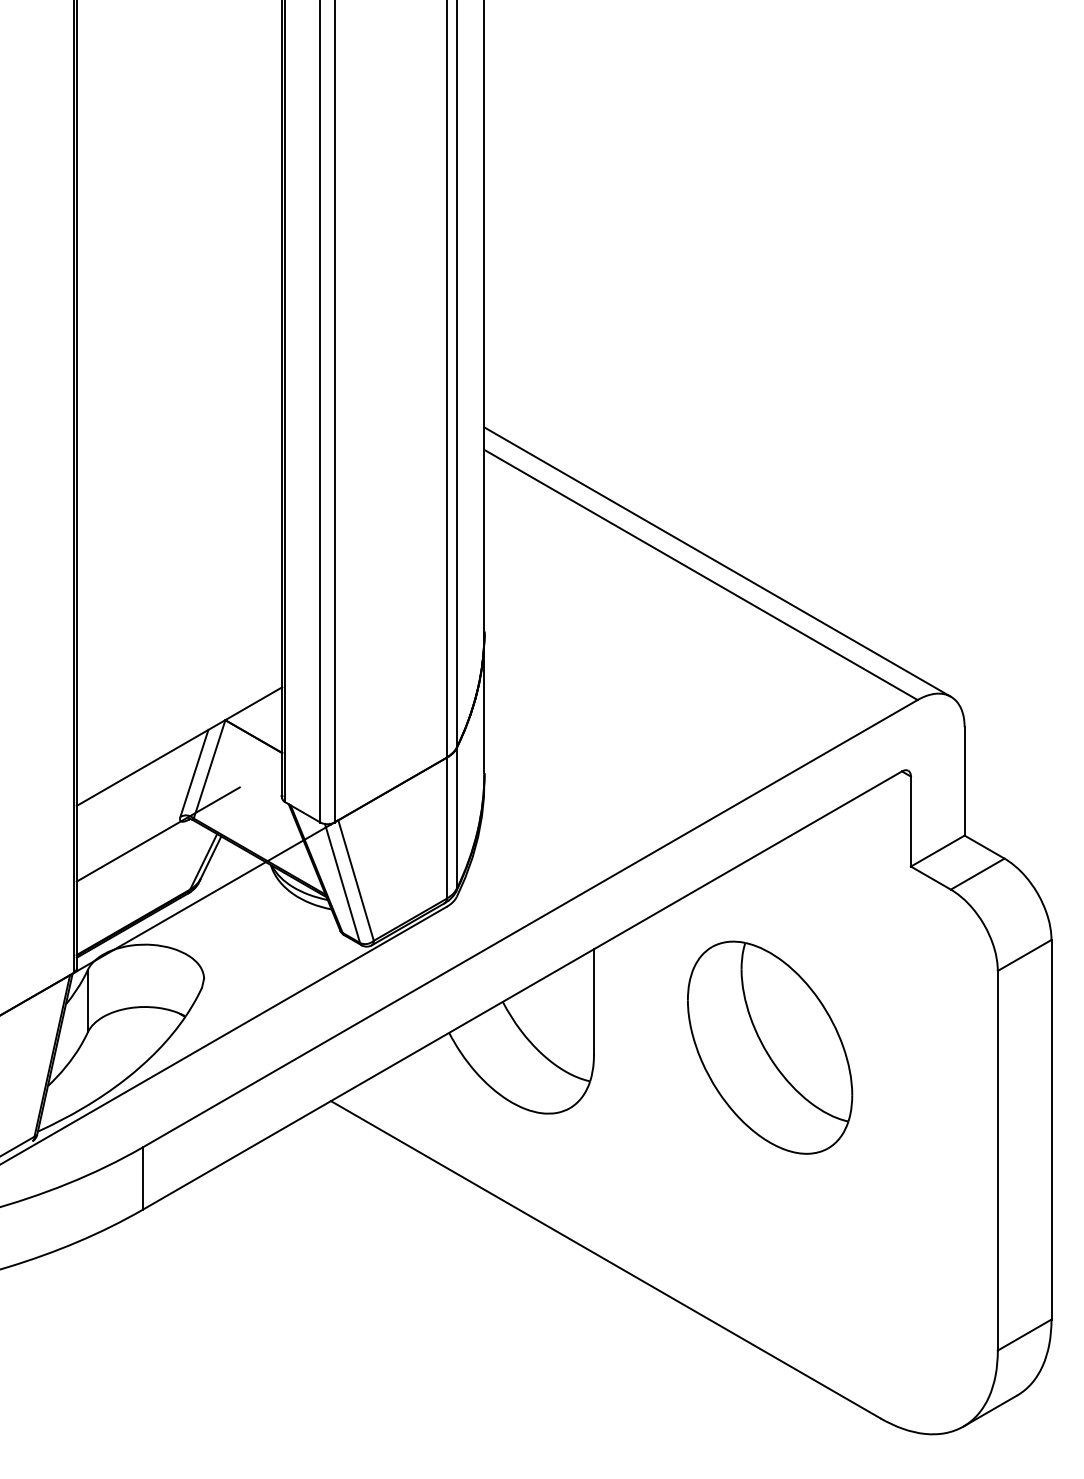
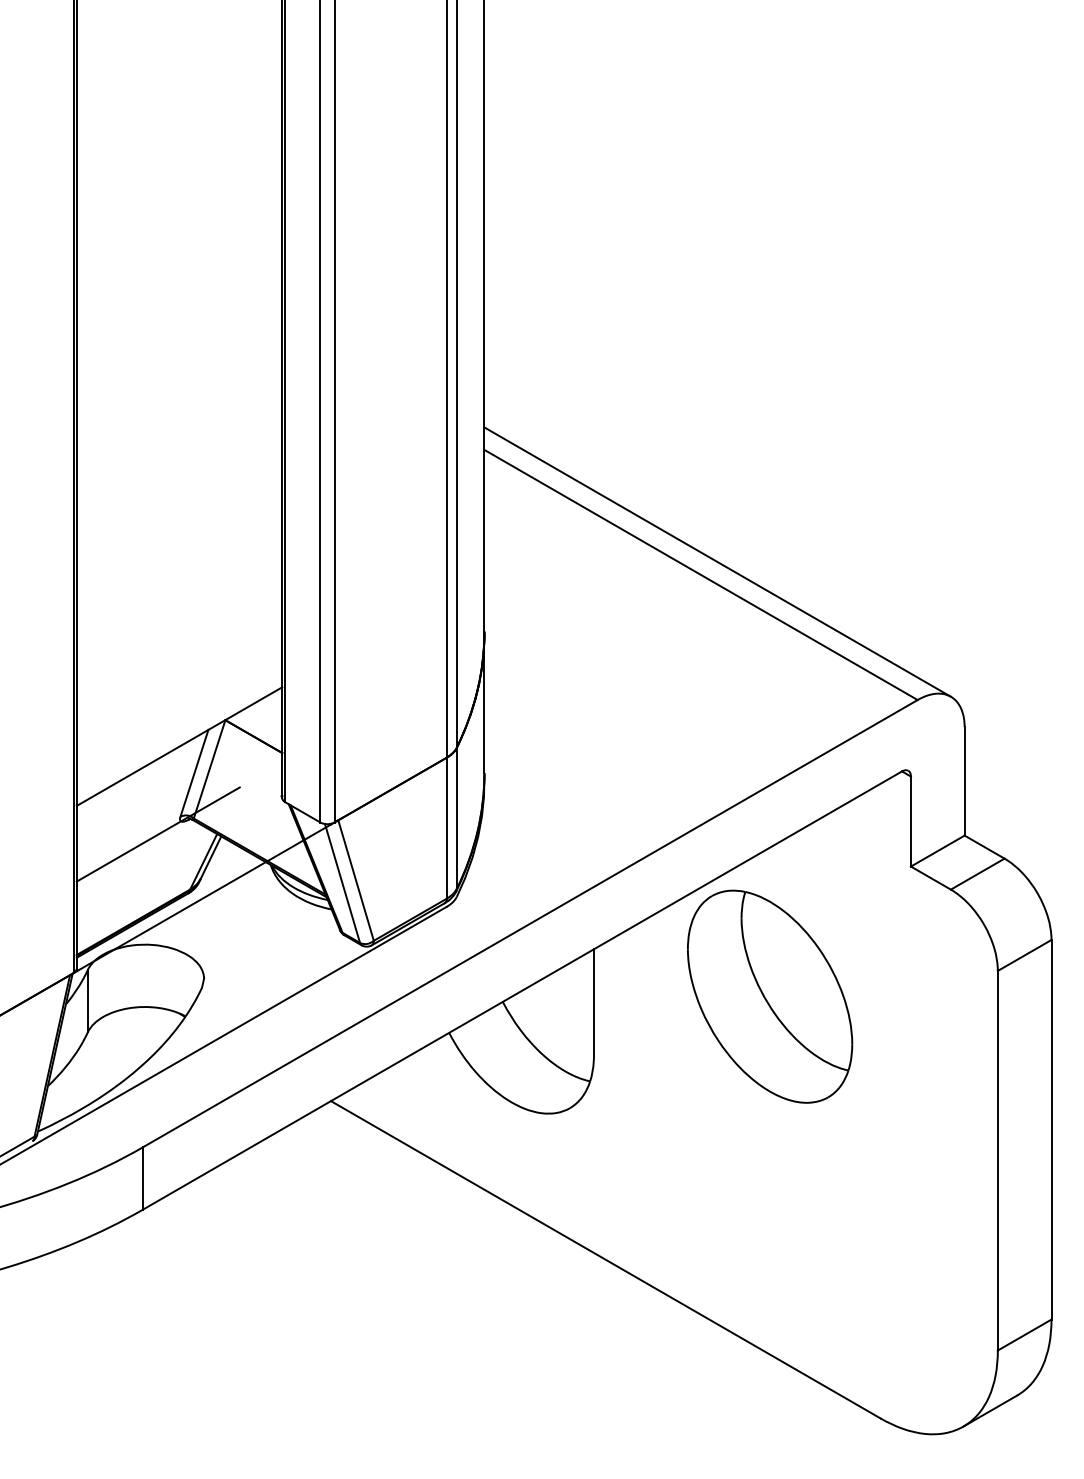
part at (770, 1047) position: (770, 1047) -> (770, 996)
